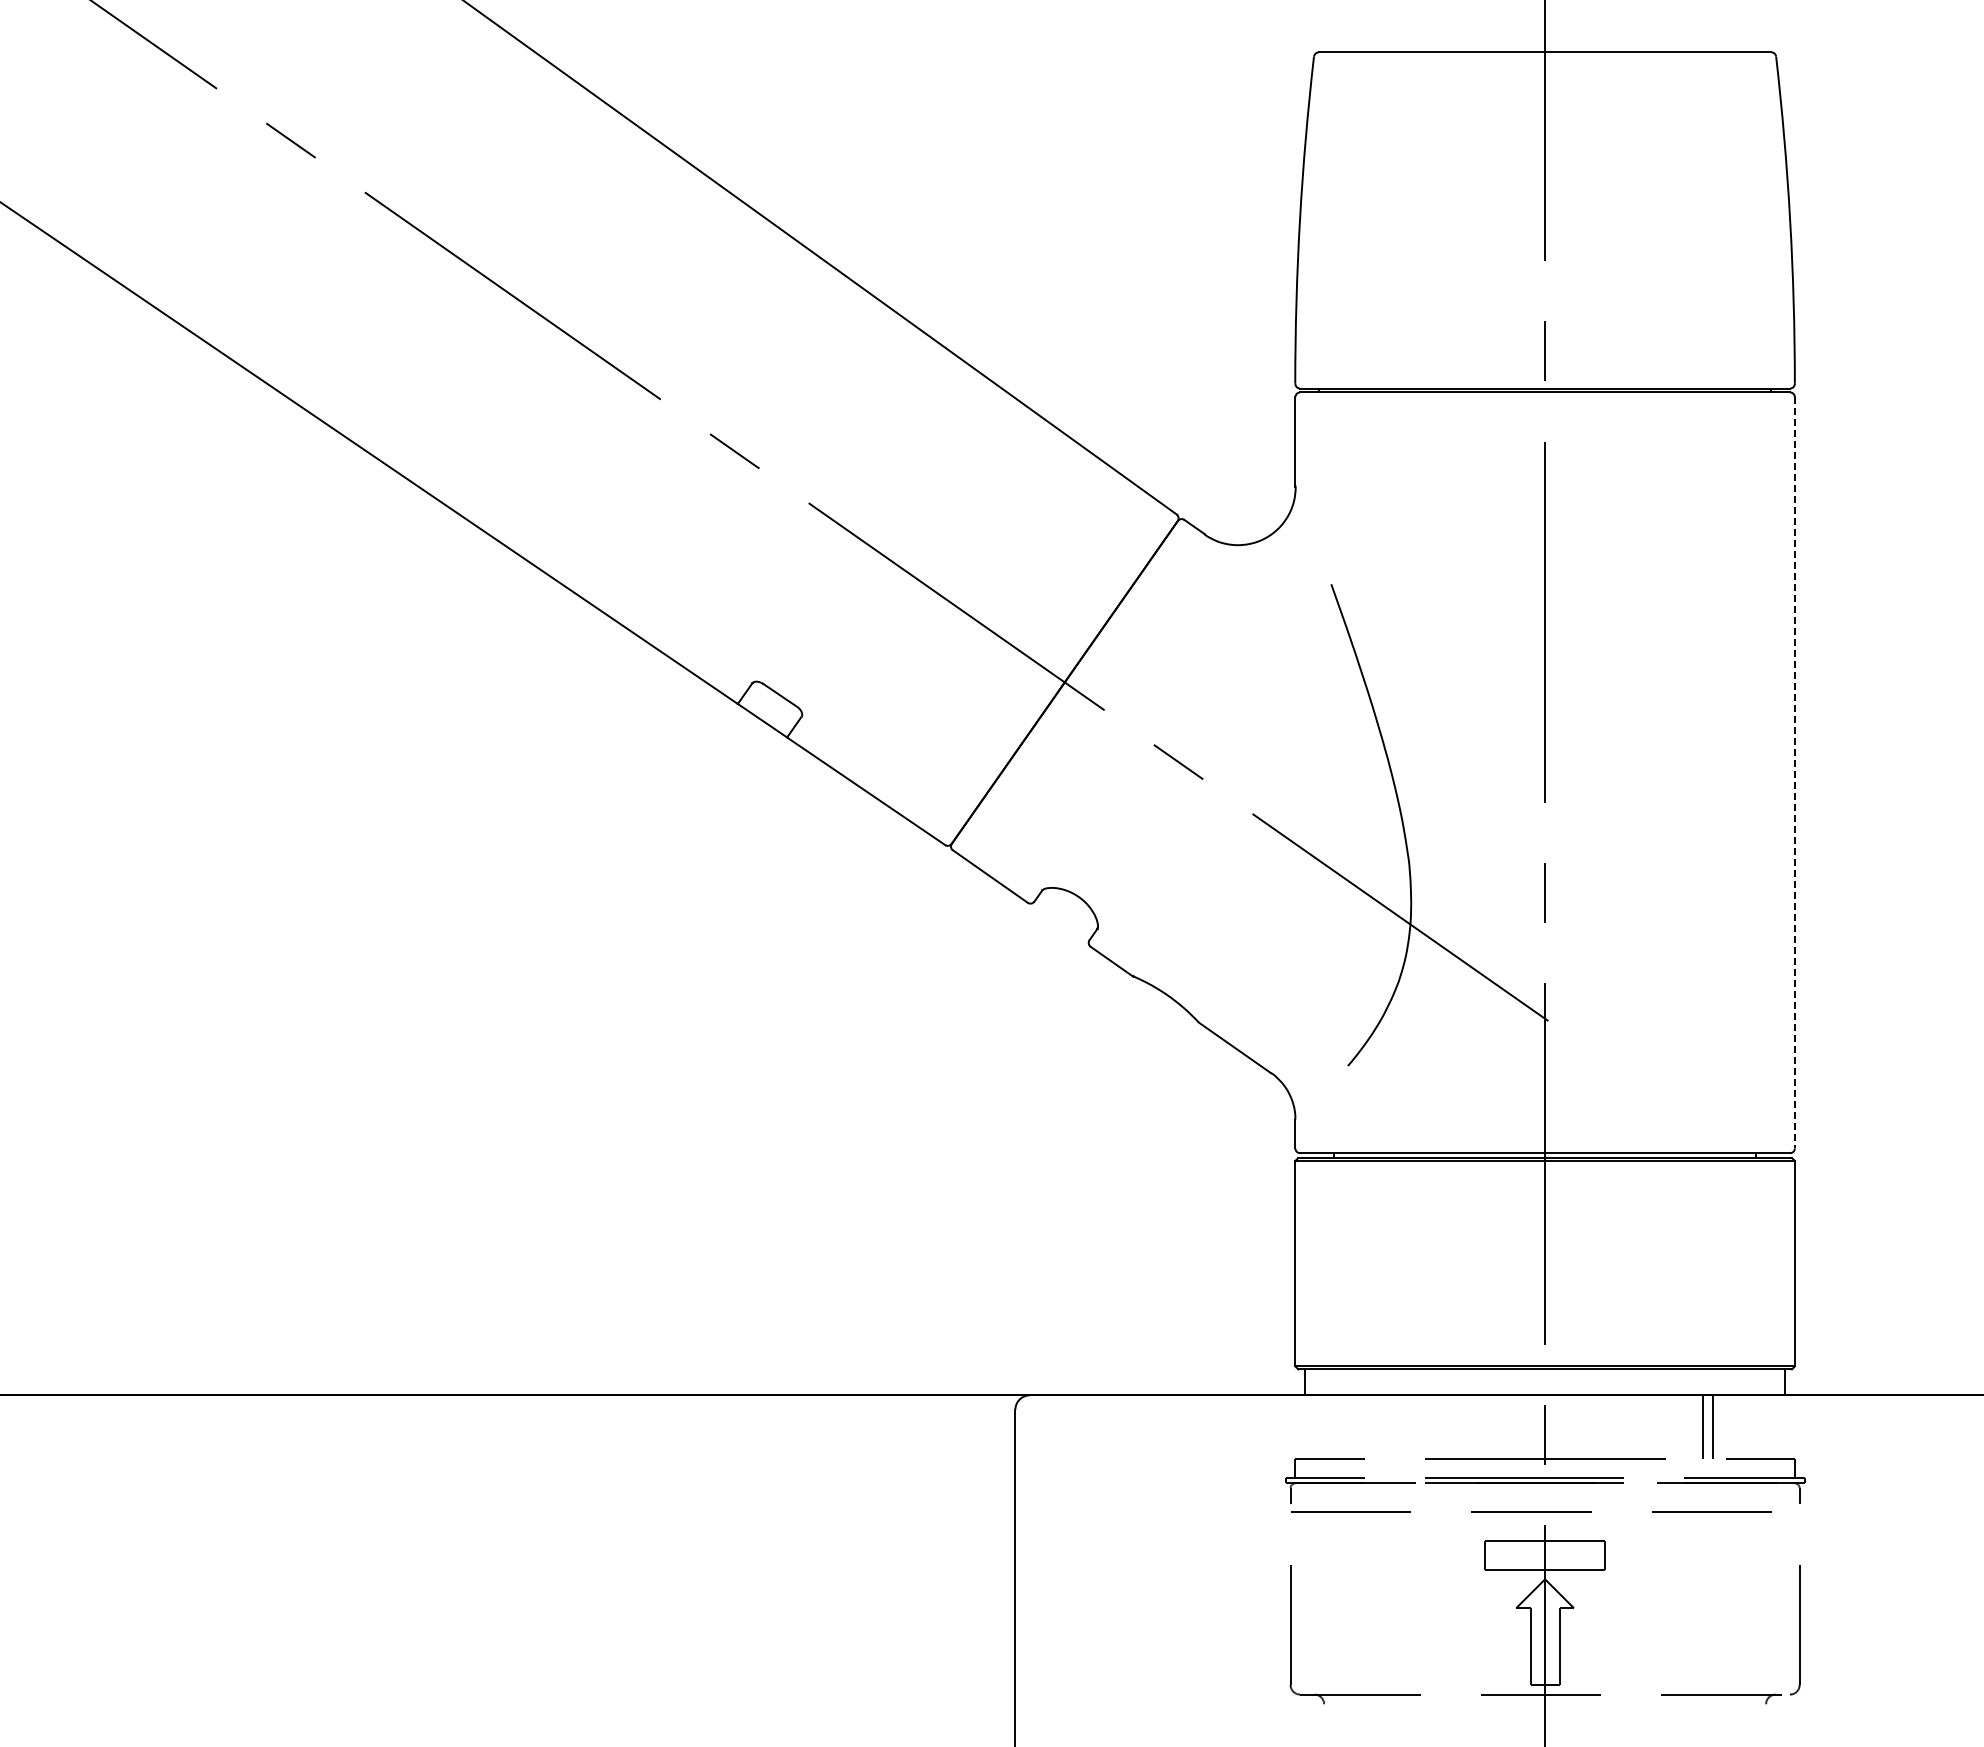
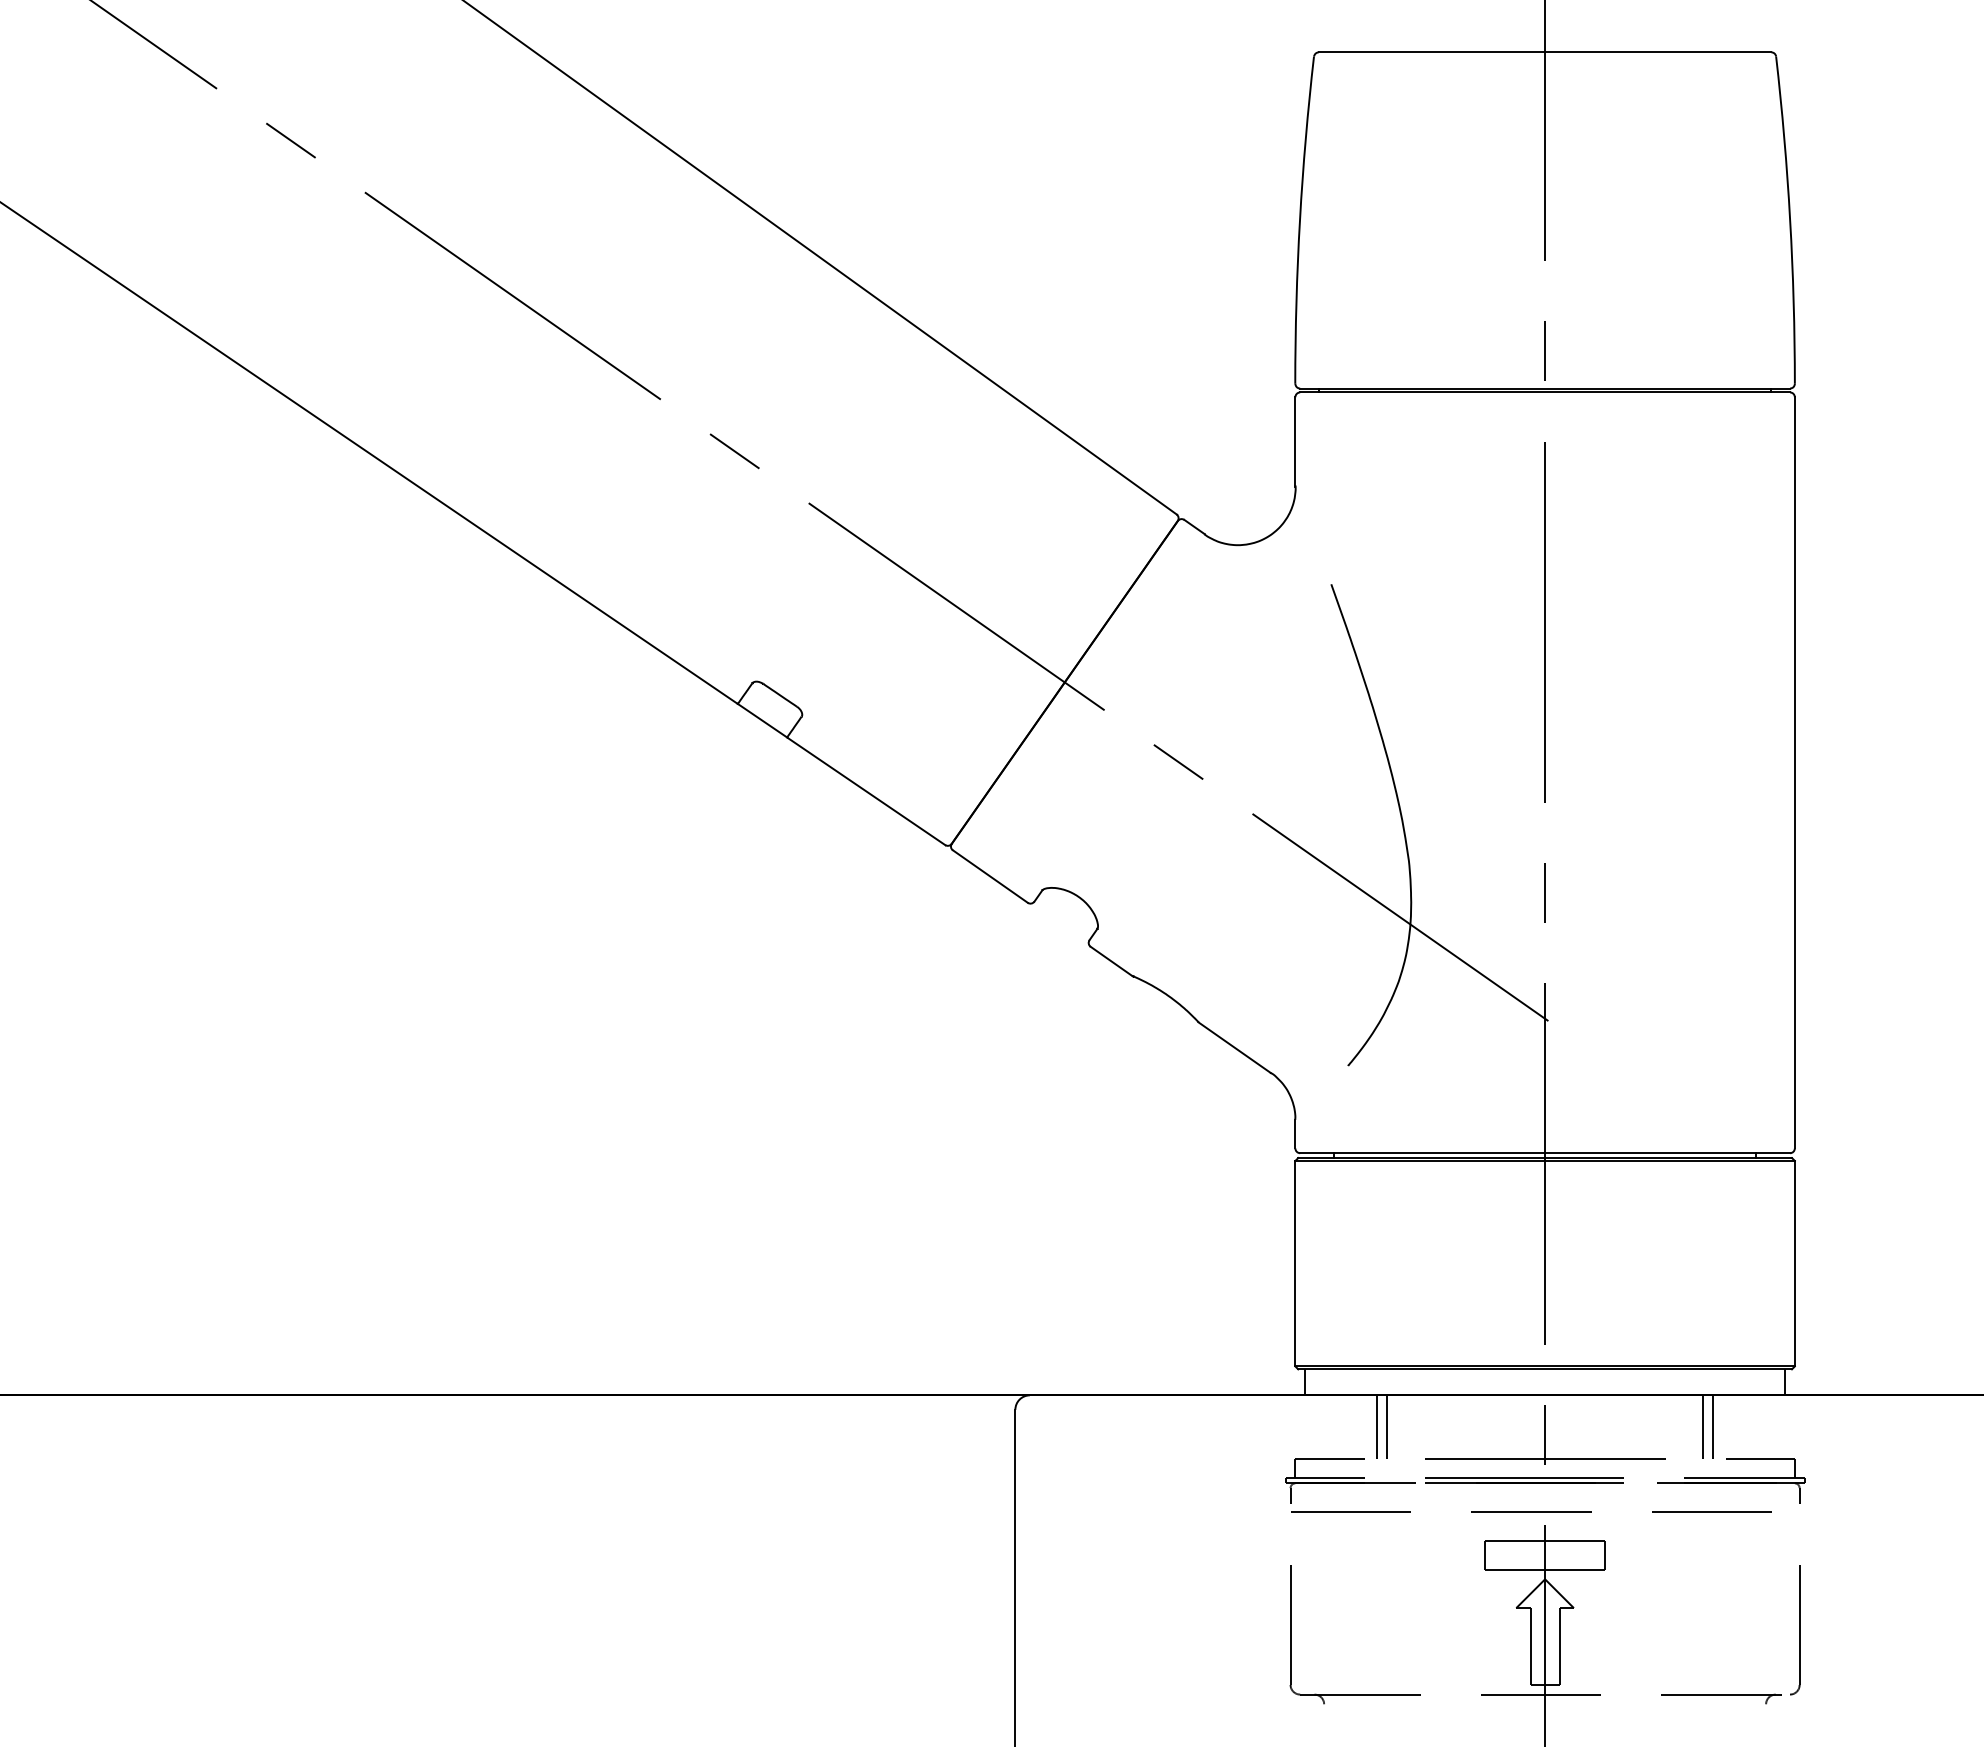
line at (1794, 772): dashed -> solid
line at (1377, 1427): none -> present
line at (1386, 1427): none -> present
